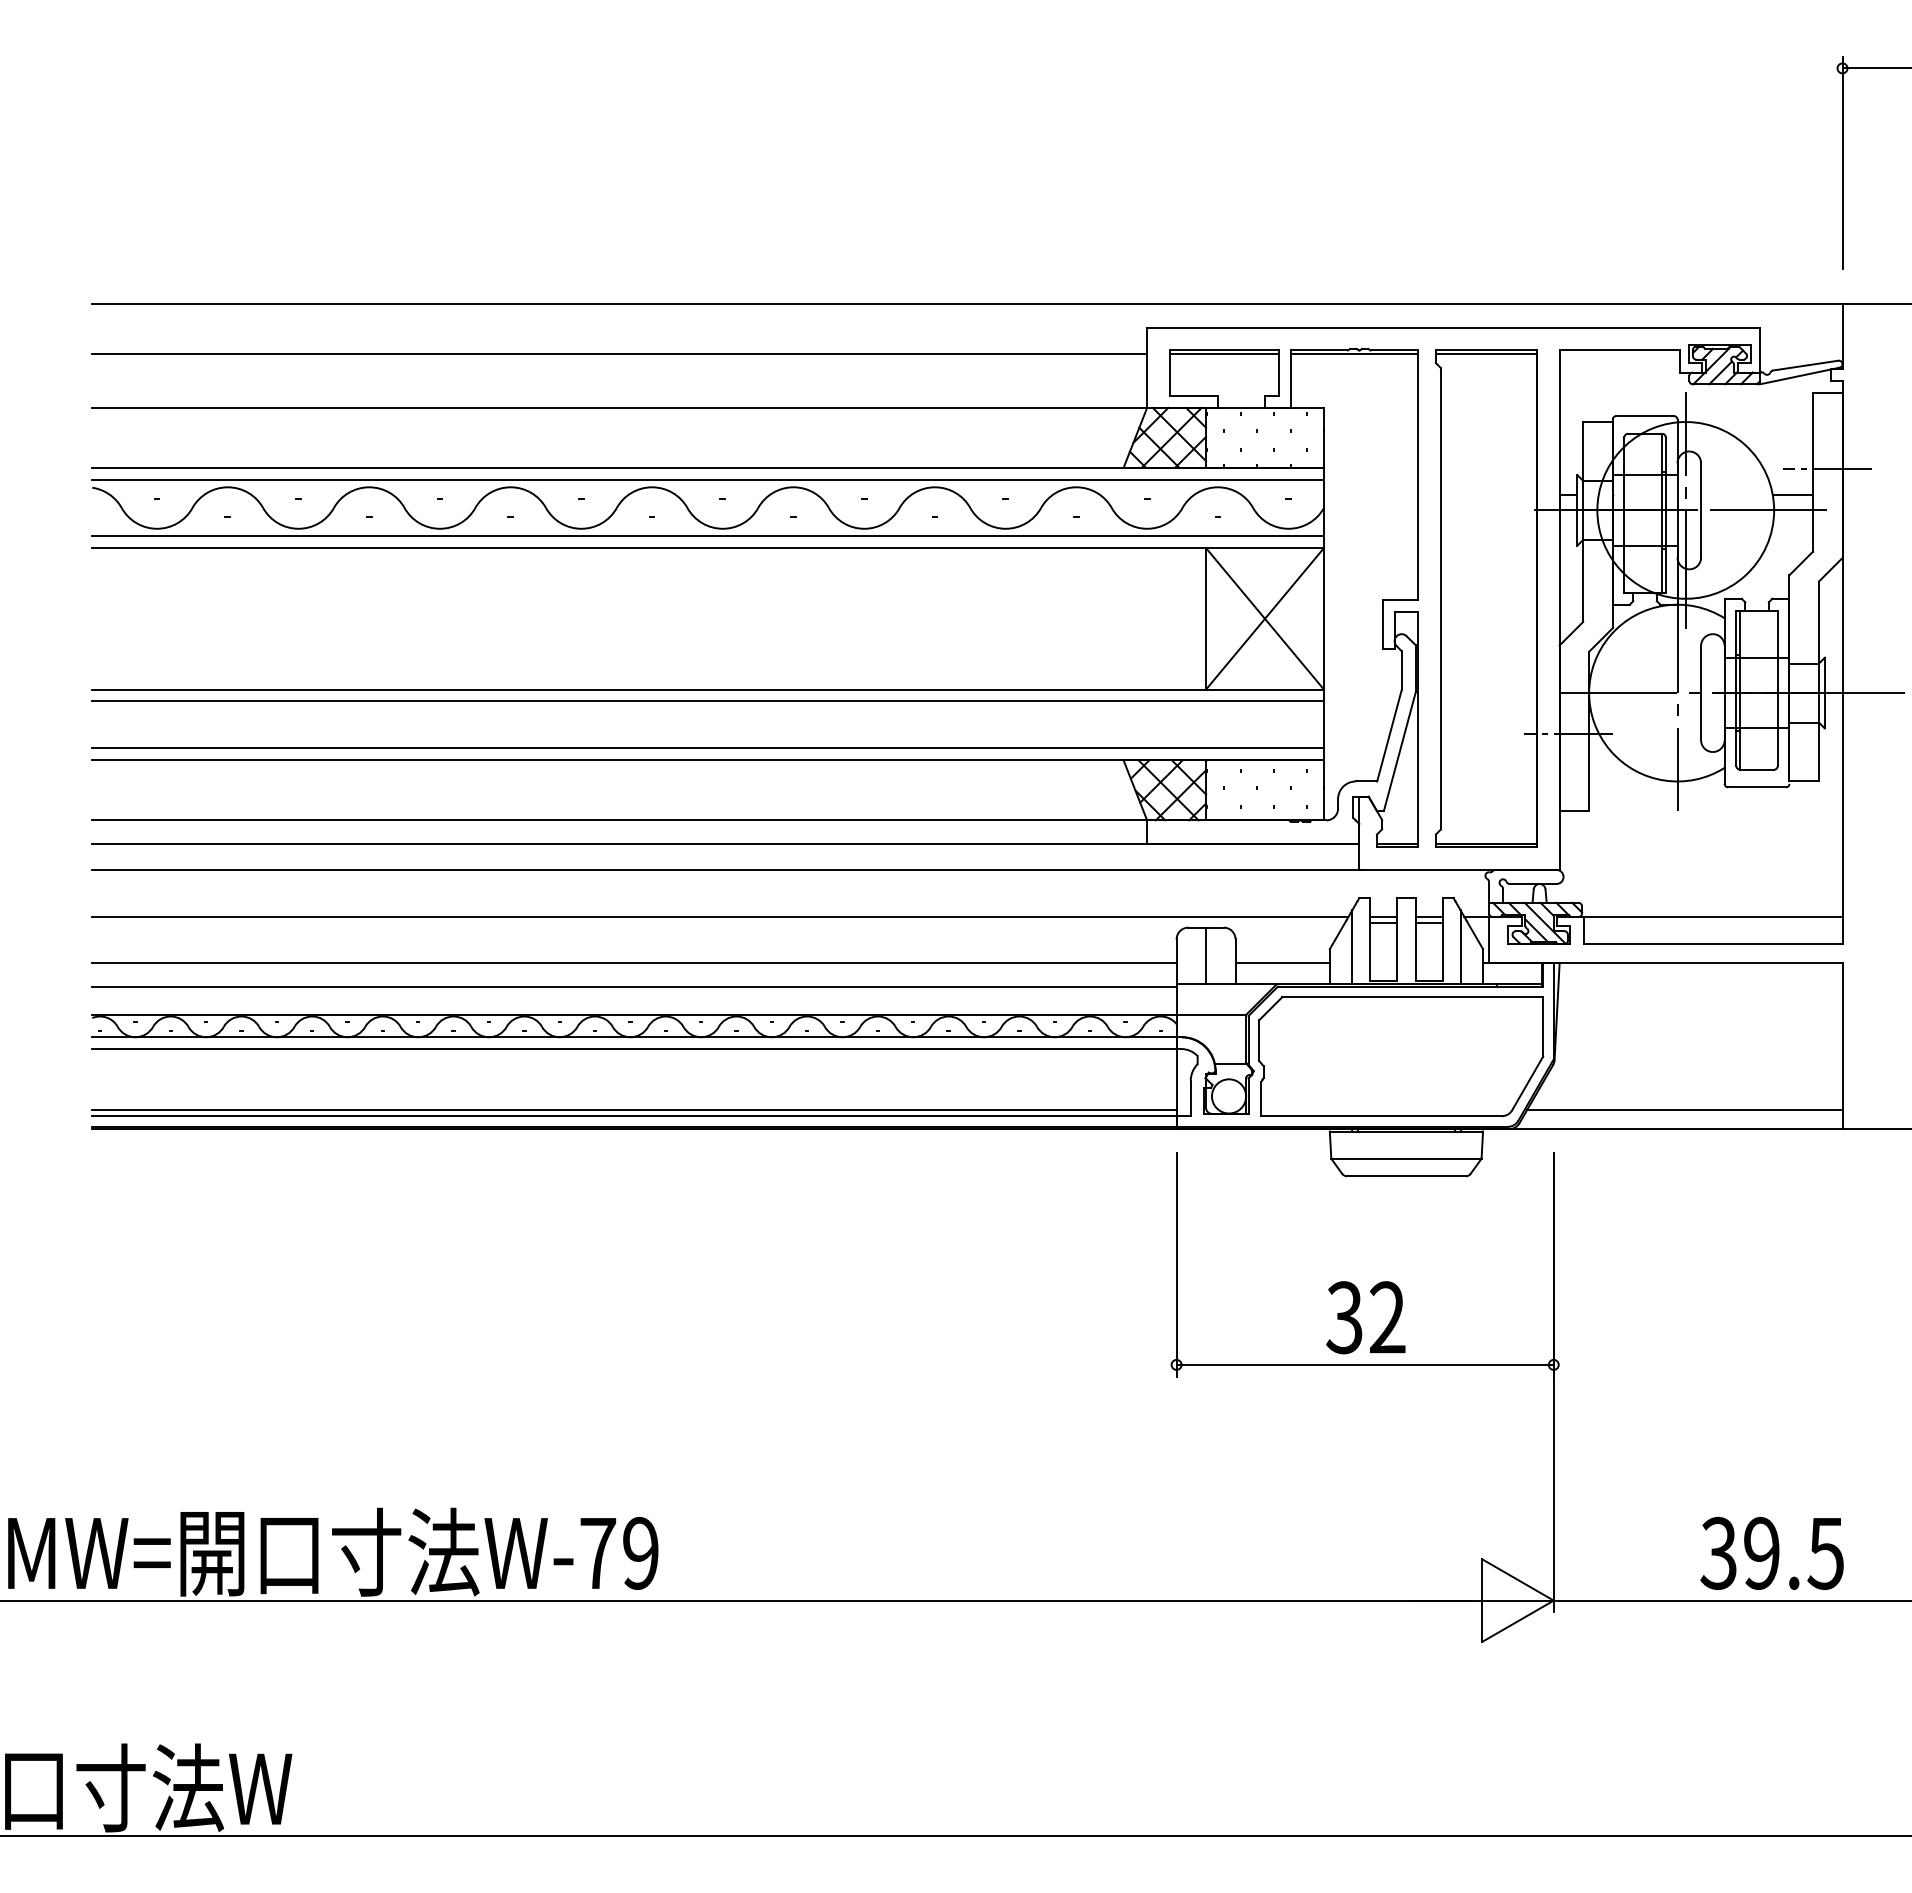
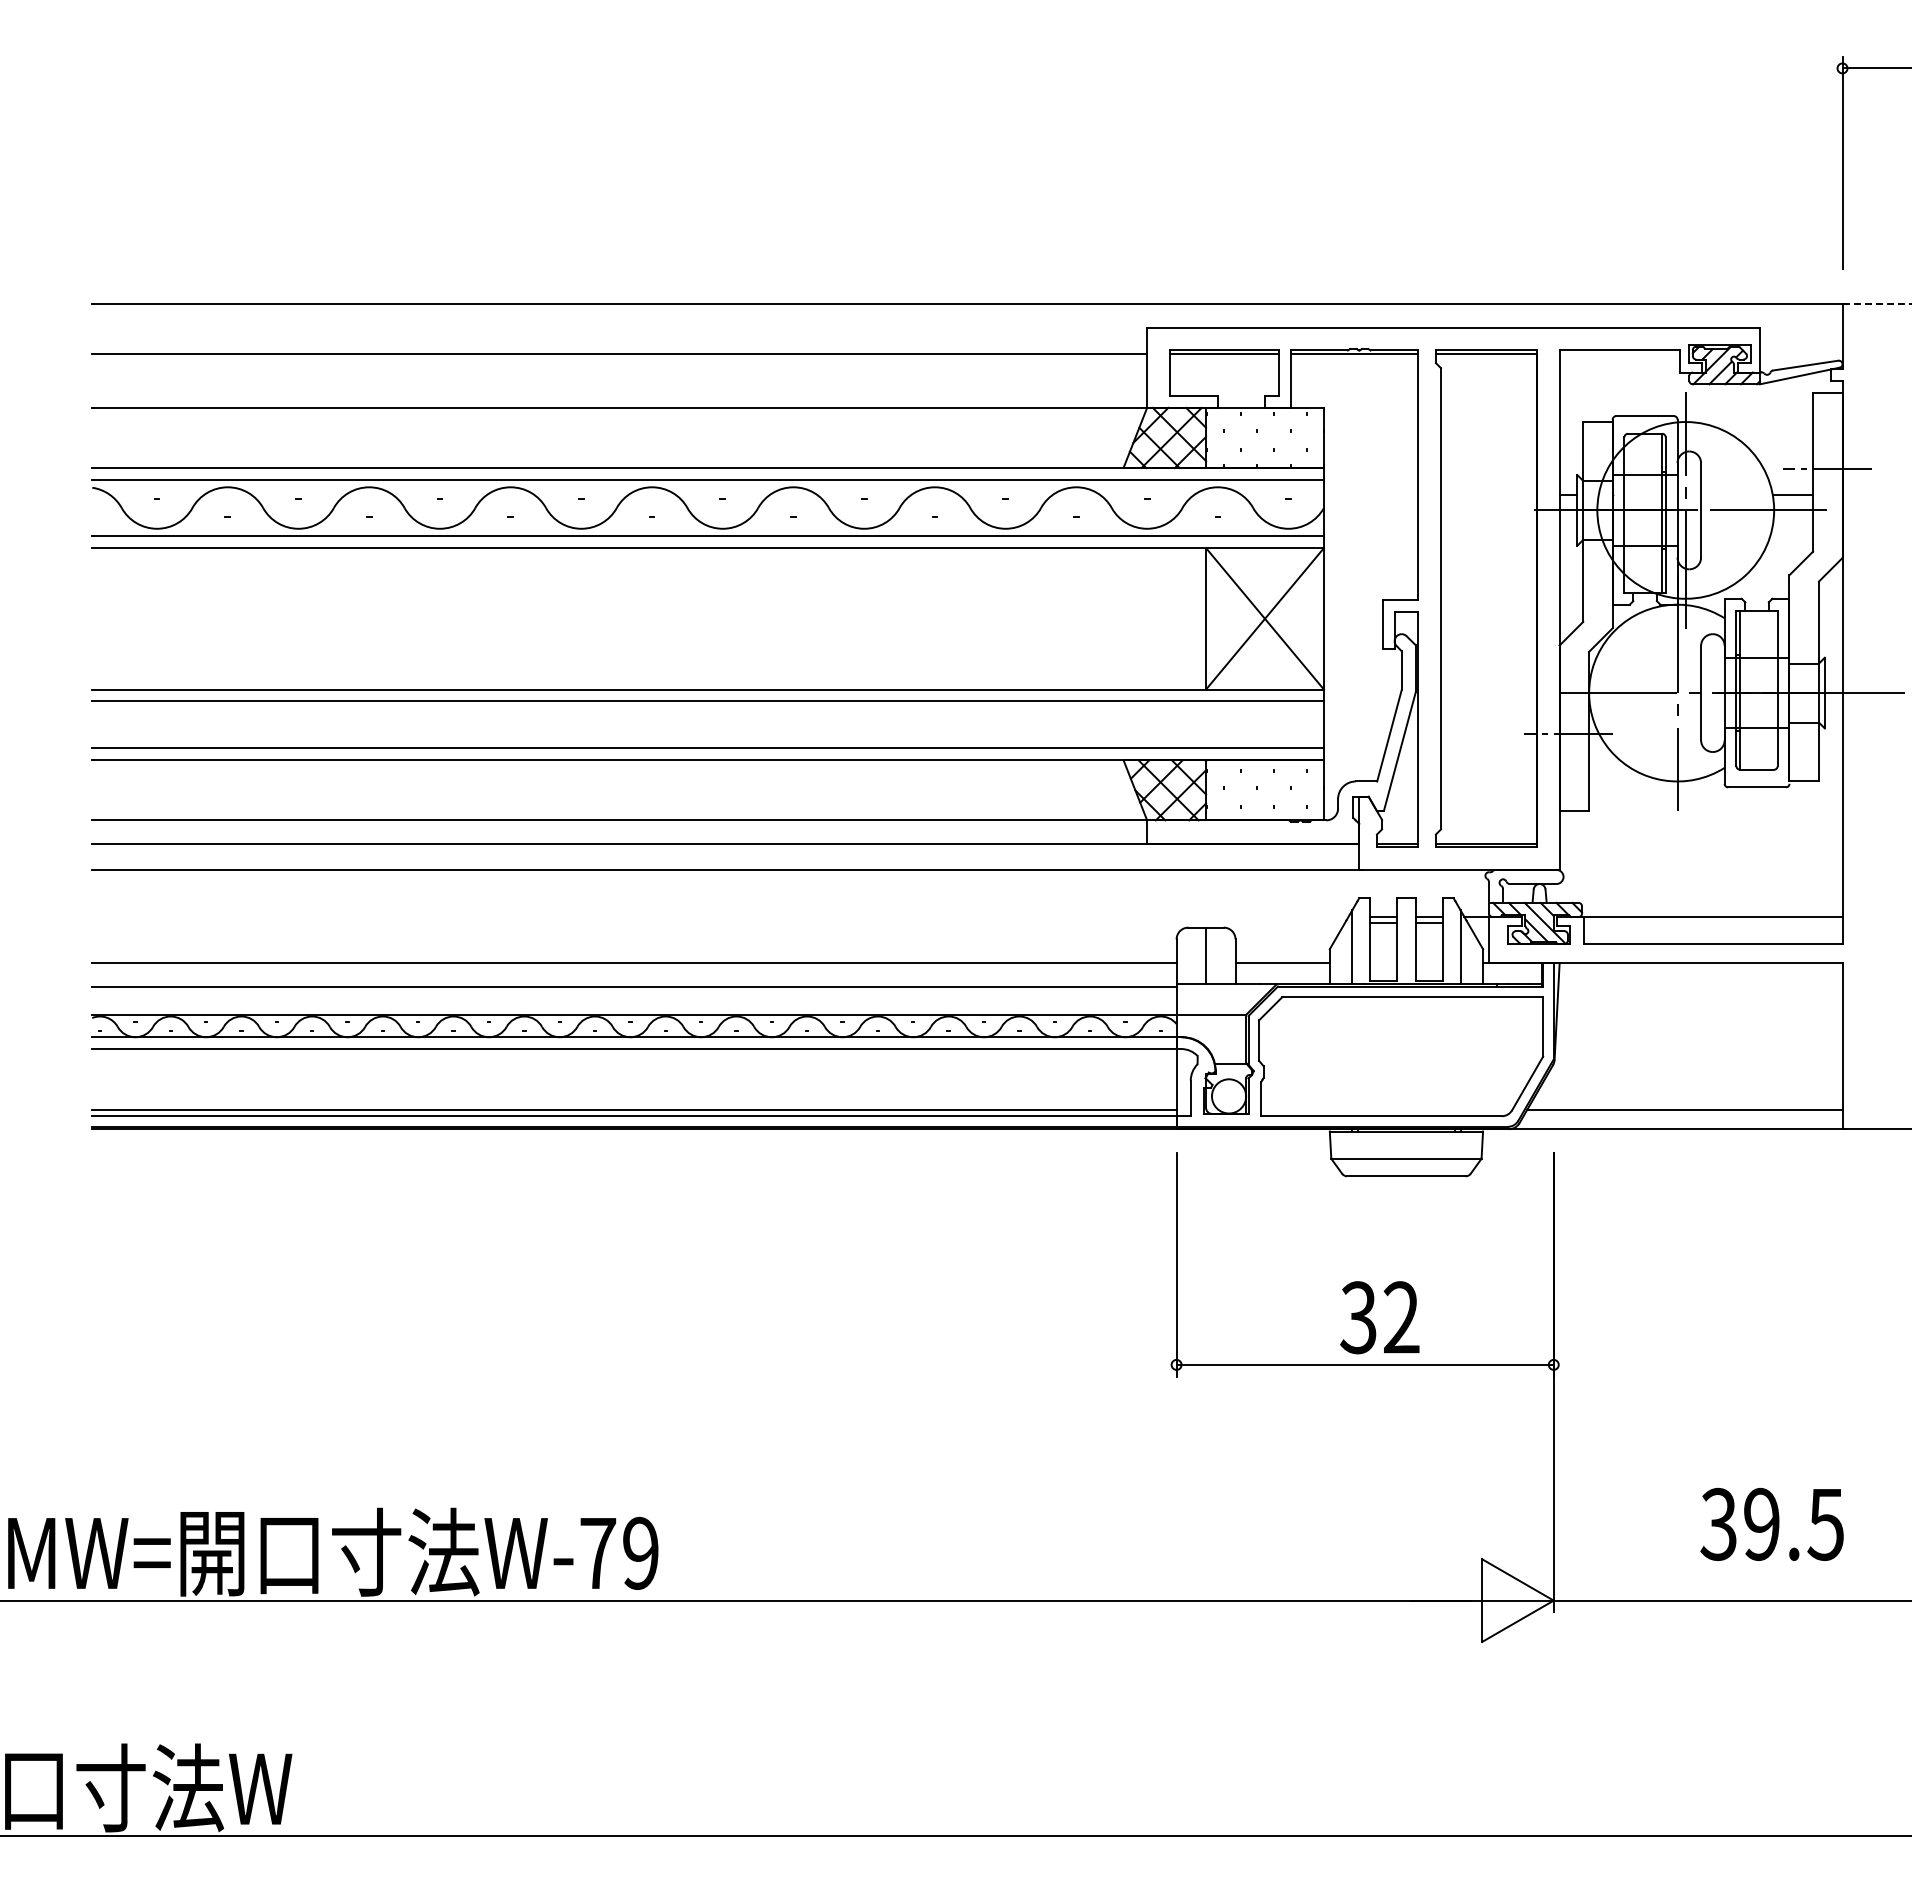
line at (1877, 304): solid -> dashed
line at (720, 917): present -> none
text at (1365, 1317) position: (1365, 1317) -> (1379, 1317)
text at (1771, 1552) position: (1771, 1552) -> (1771, 1523)
